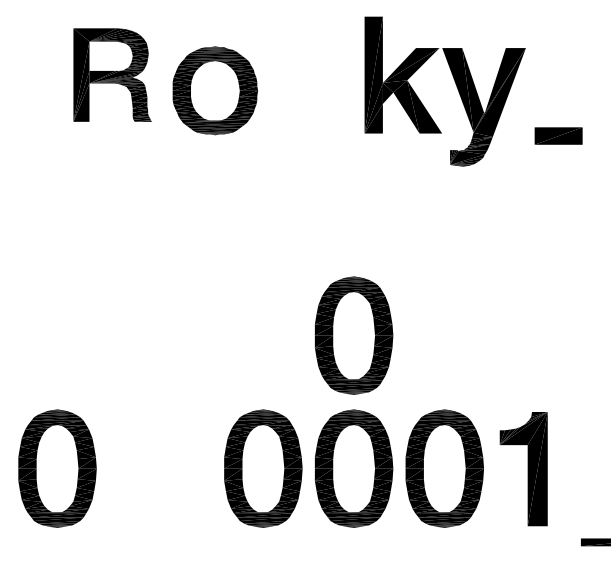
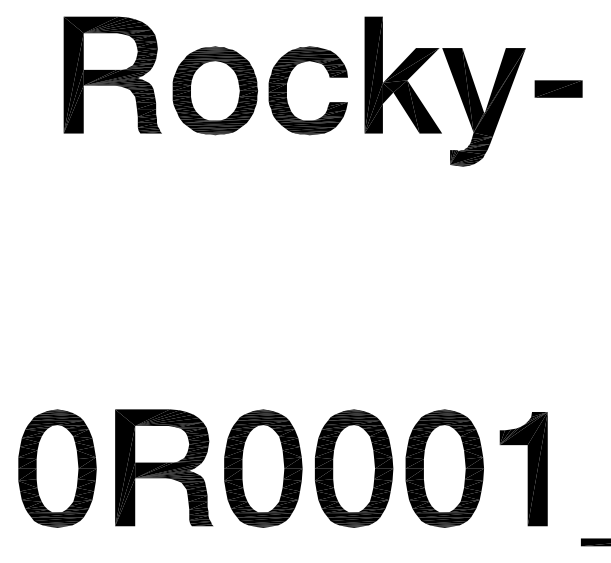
part at (112, 74) size: 79x94 px -> 99x118 px
part at (286, 90): none -> present
part at (558, 135) position: (558, 135) -> (558, 88)
part at (353, 335): present -> none
part at (164, 467): none -> present
